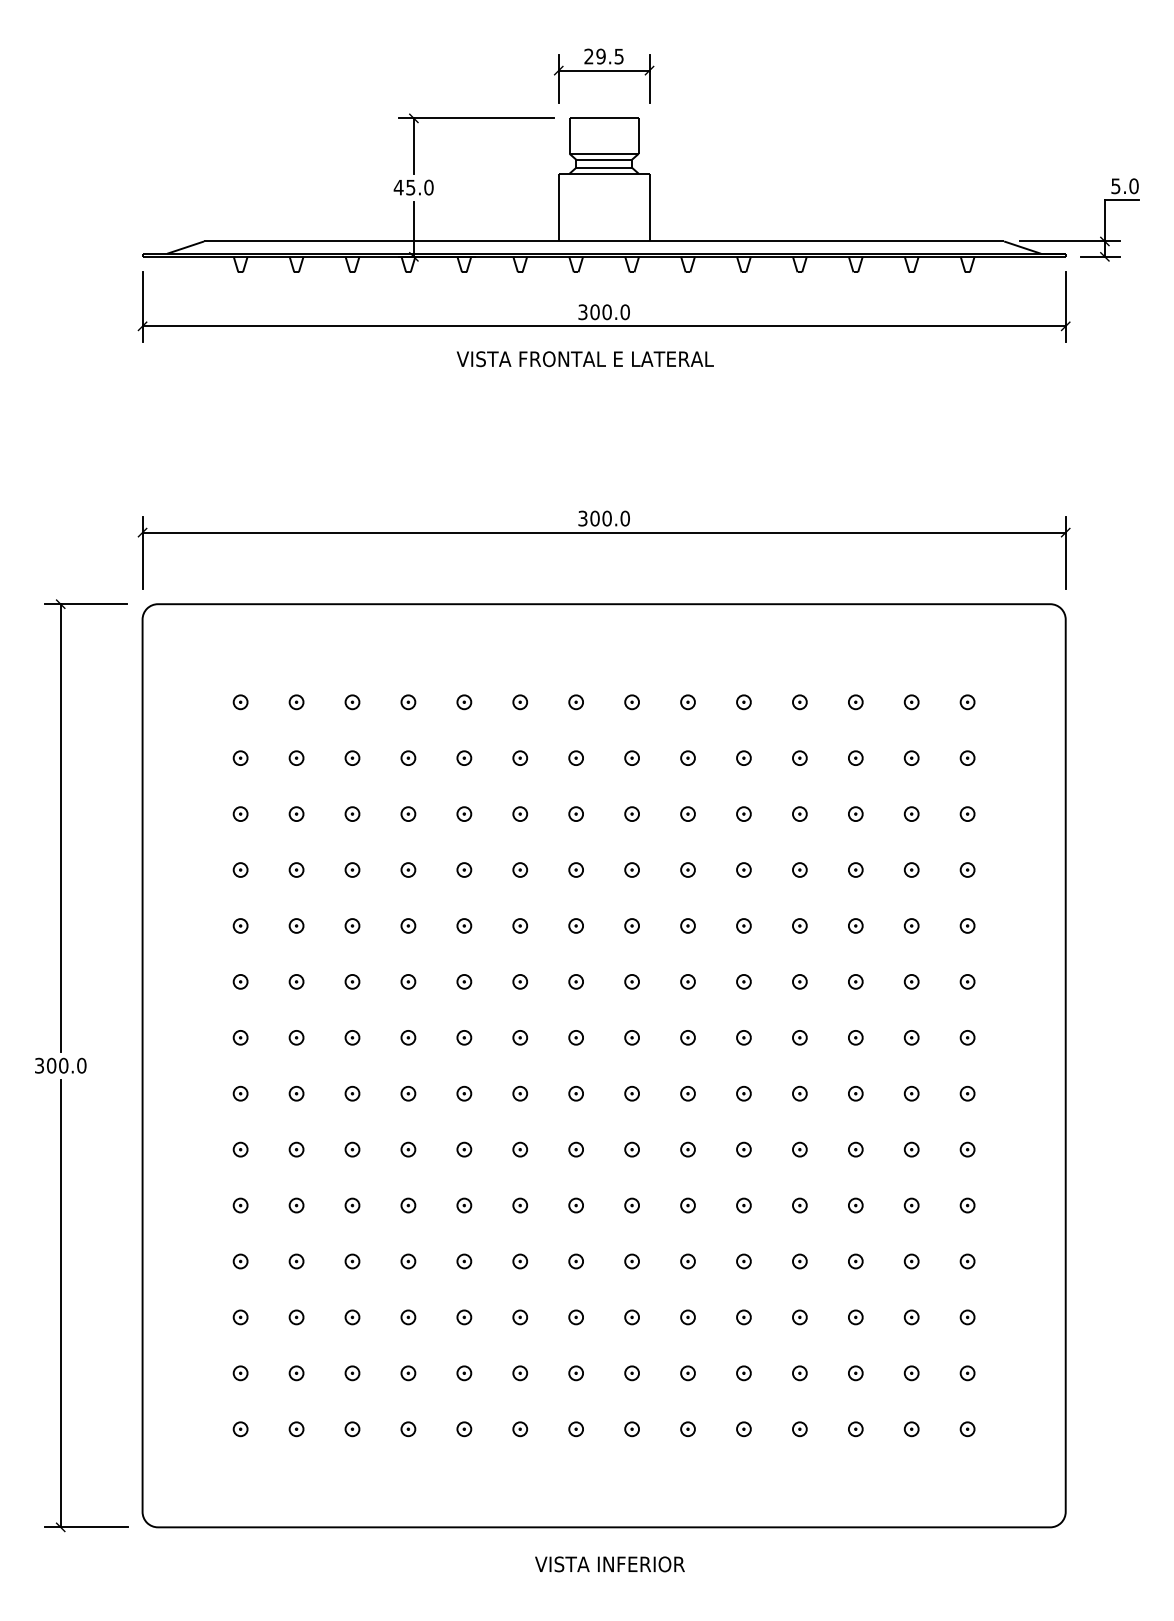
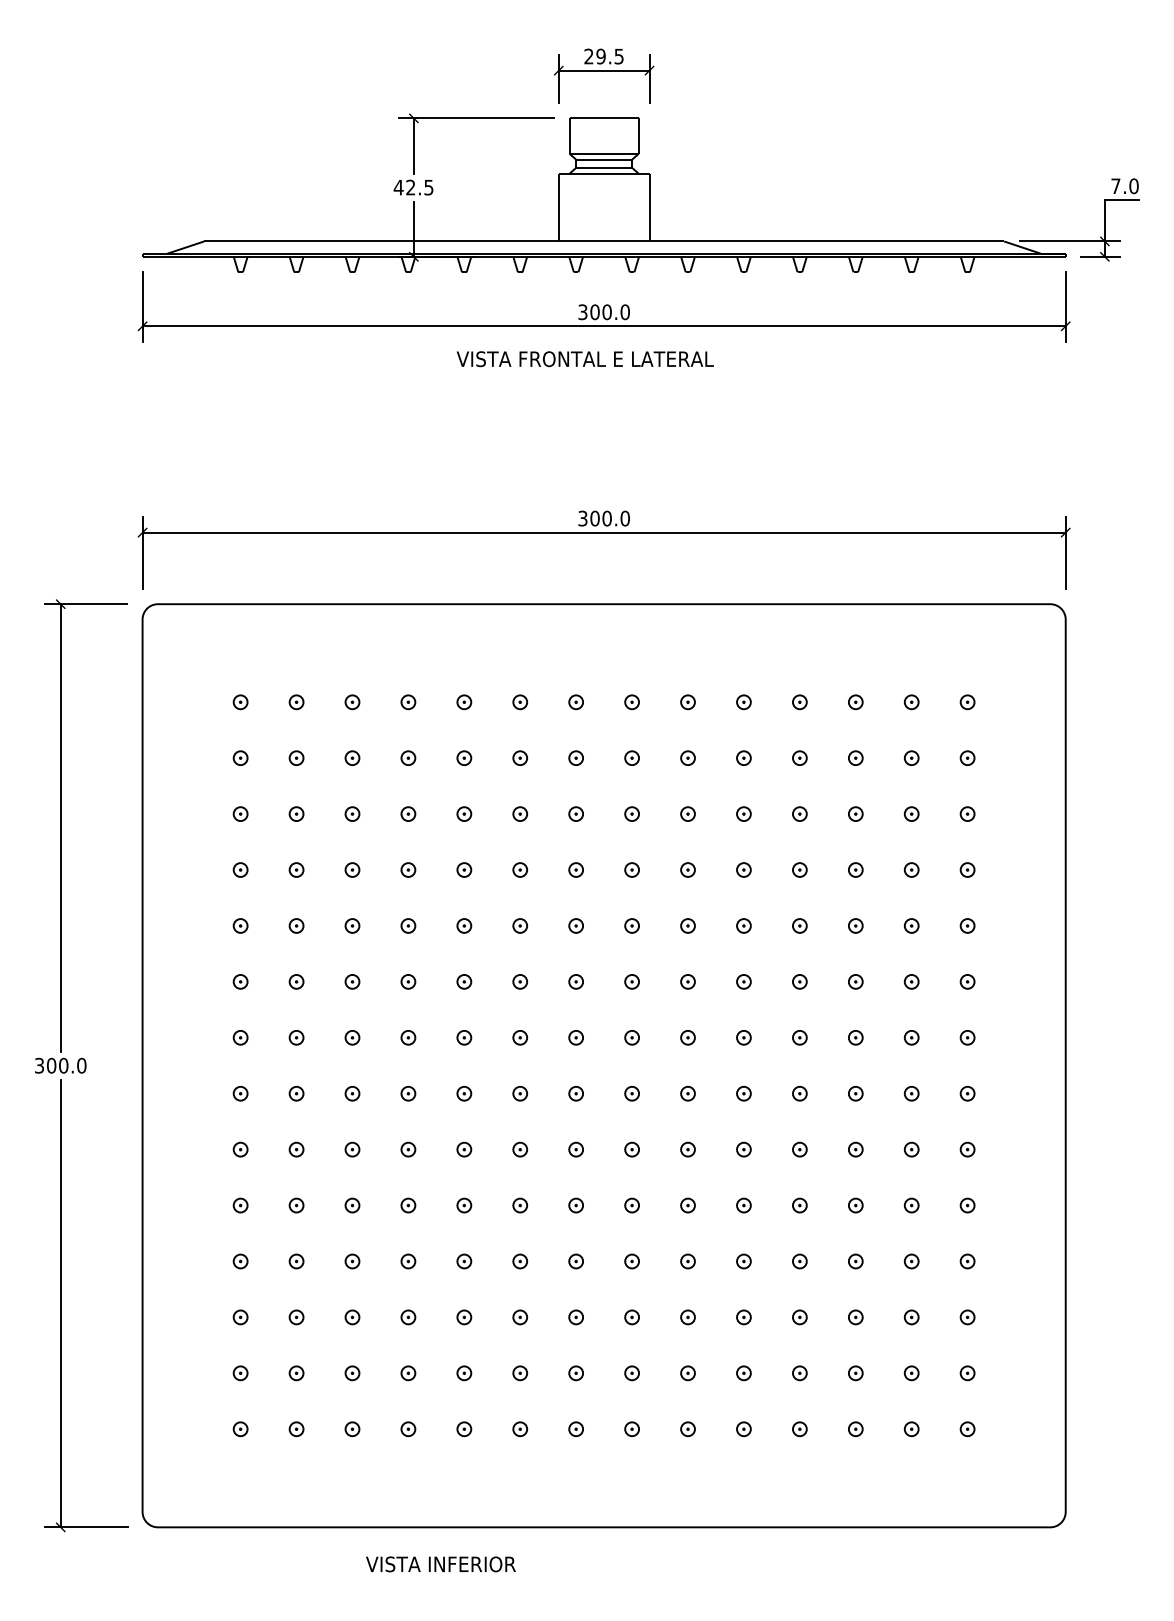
text at (1115, 186): 5.0 -> 7.0
text at (419, 187): 45.0 -> 42.5
text at (609, 1564) position: (609, 1564) -> (440, 1564)
